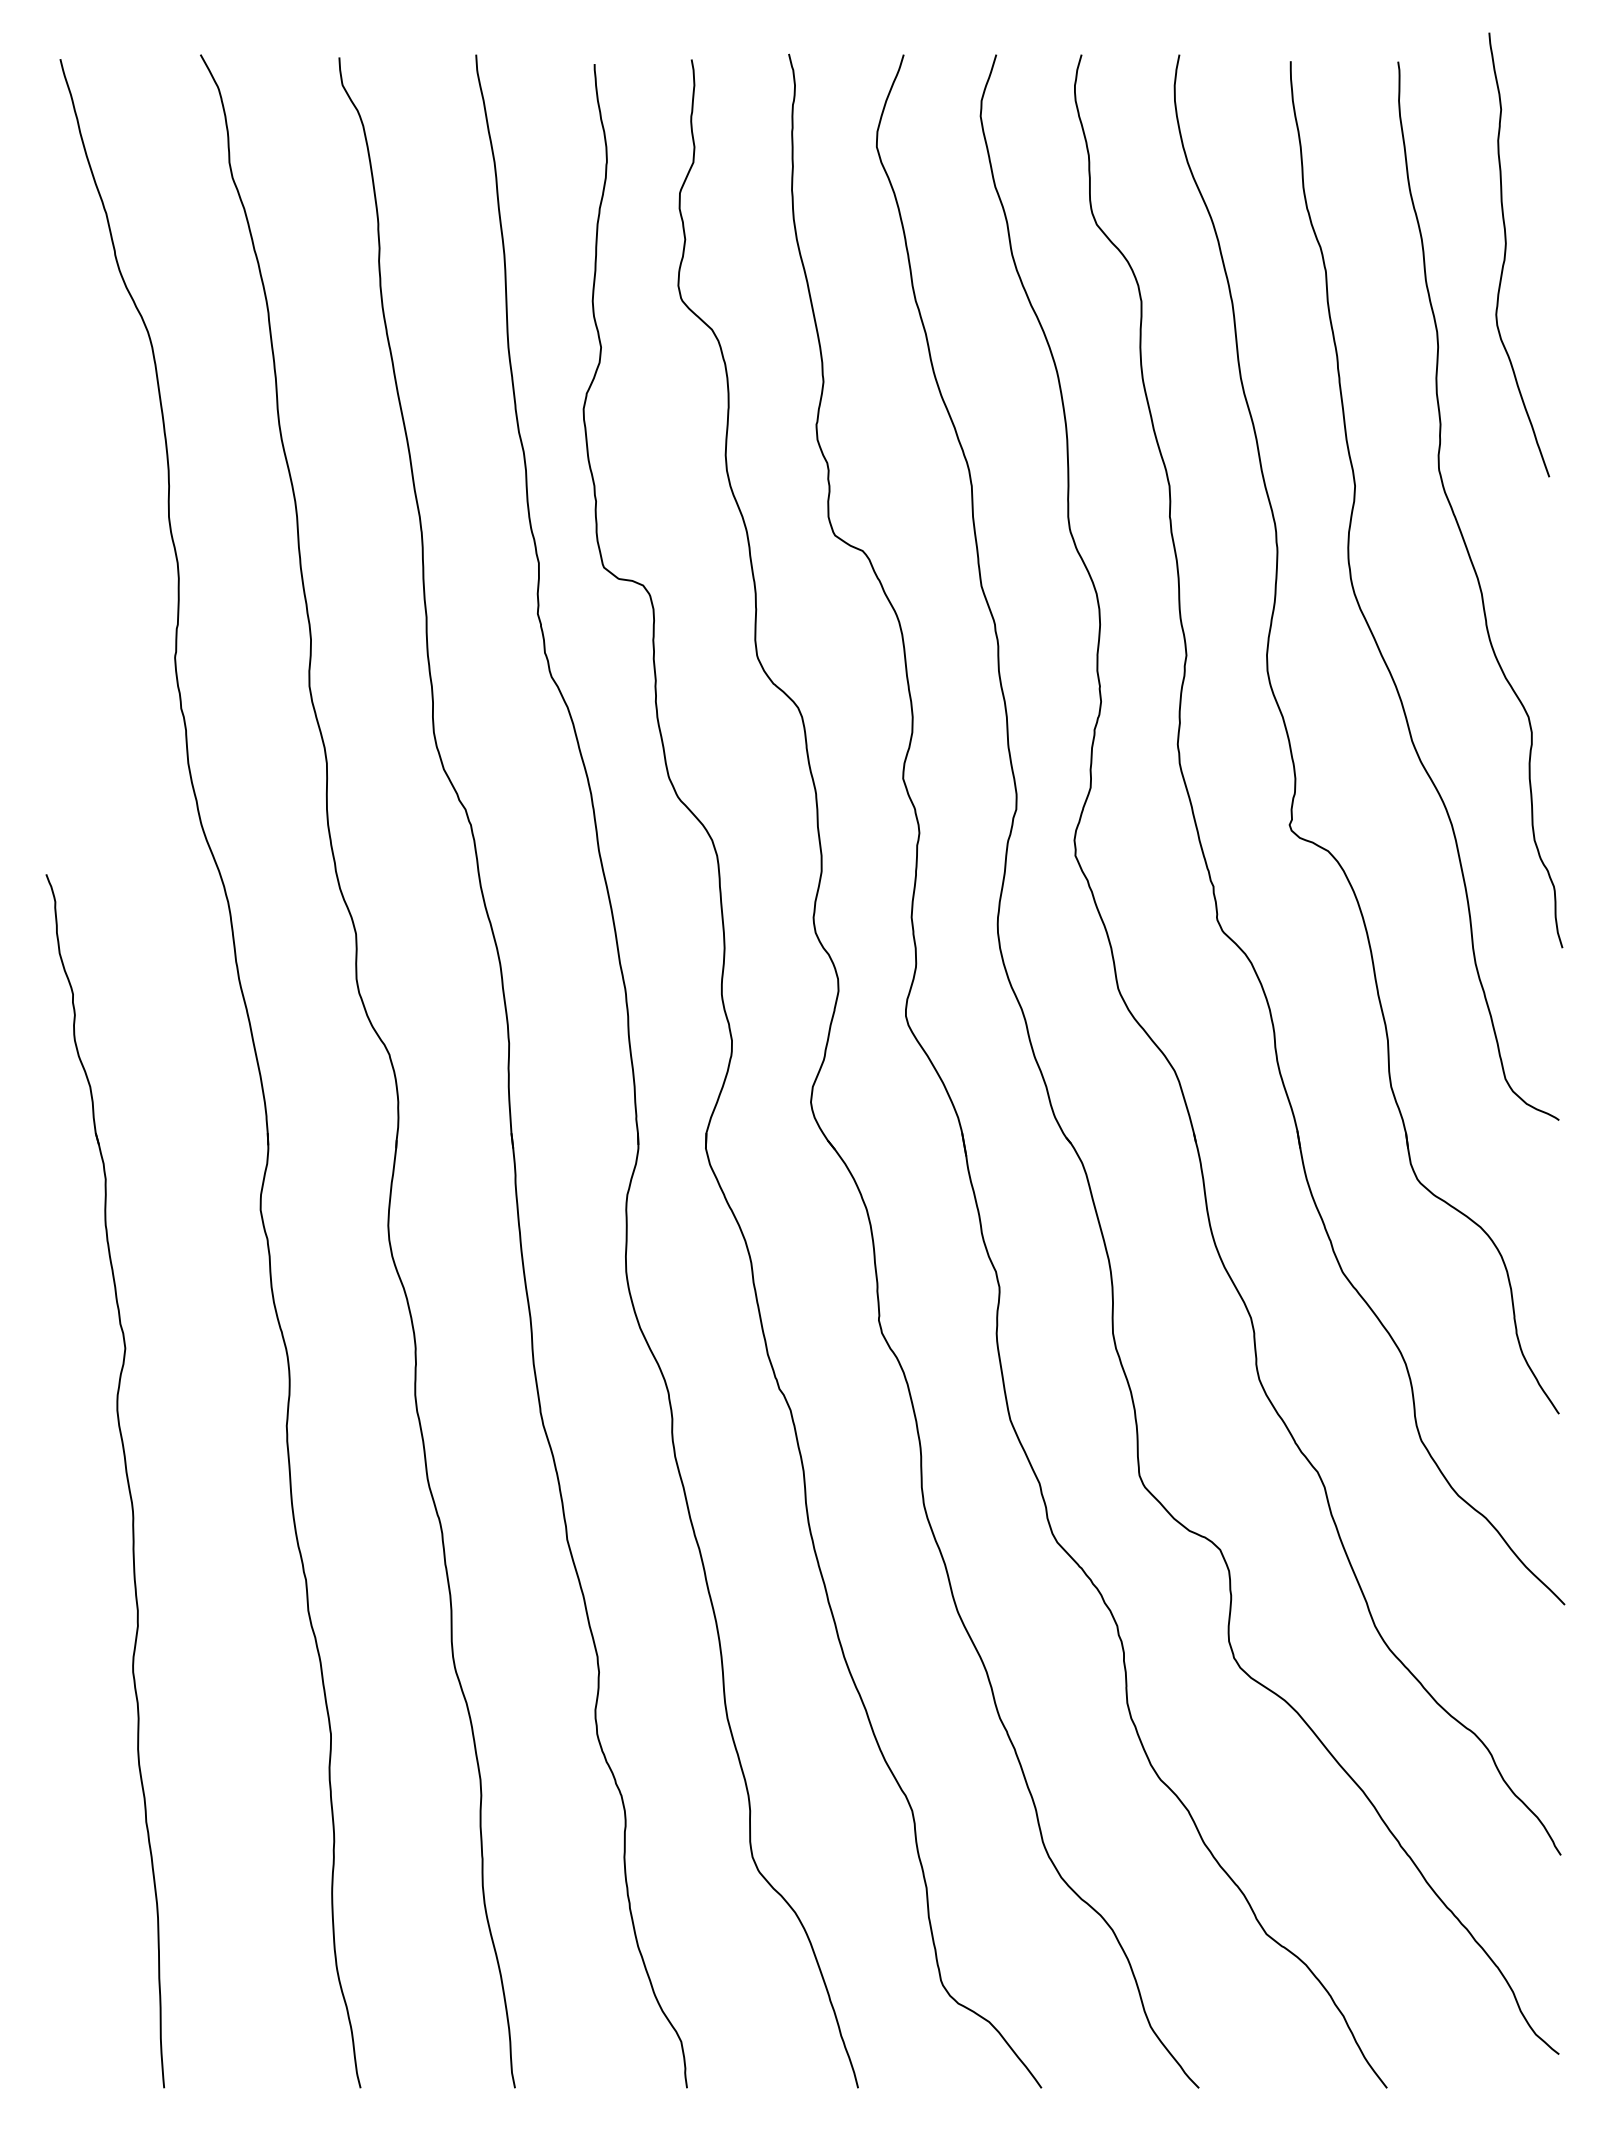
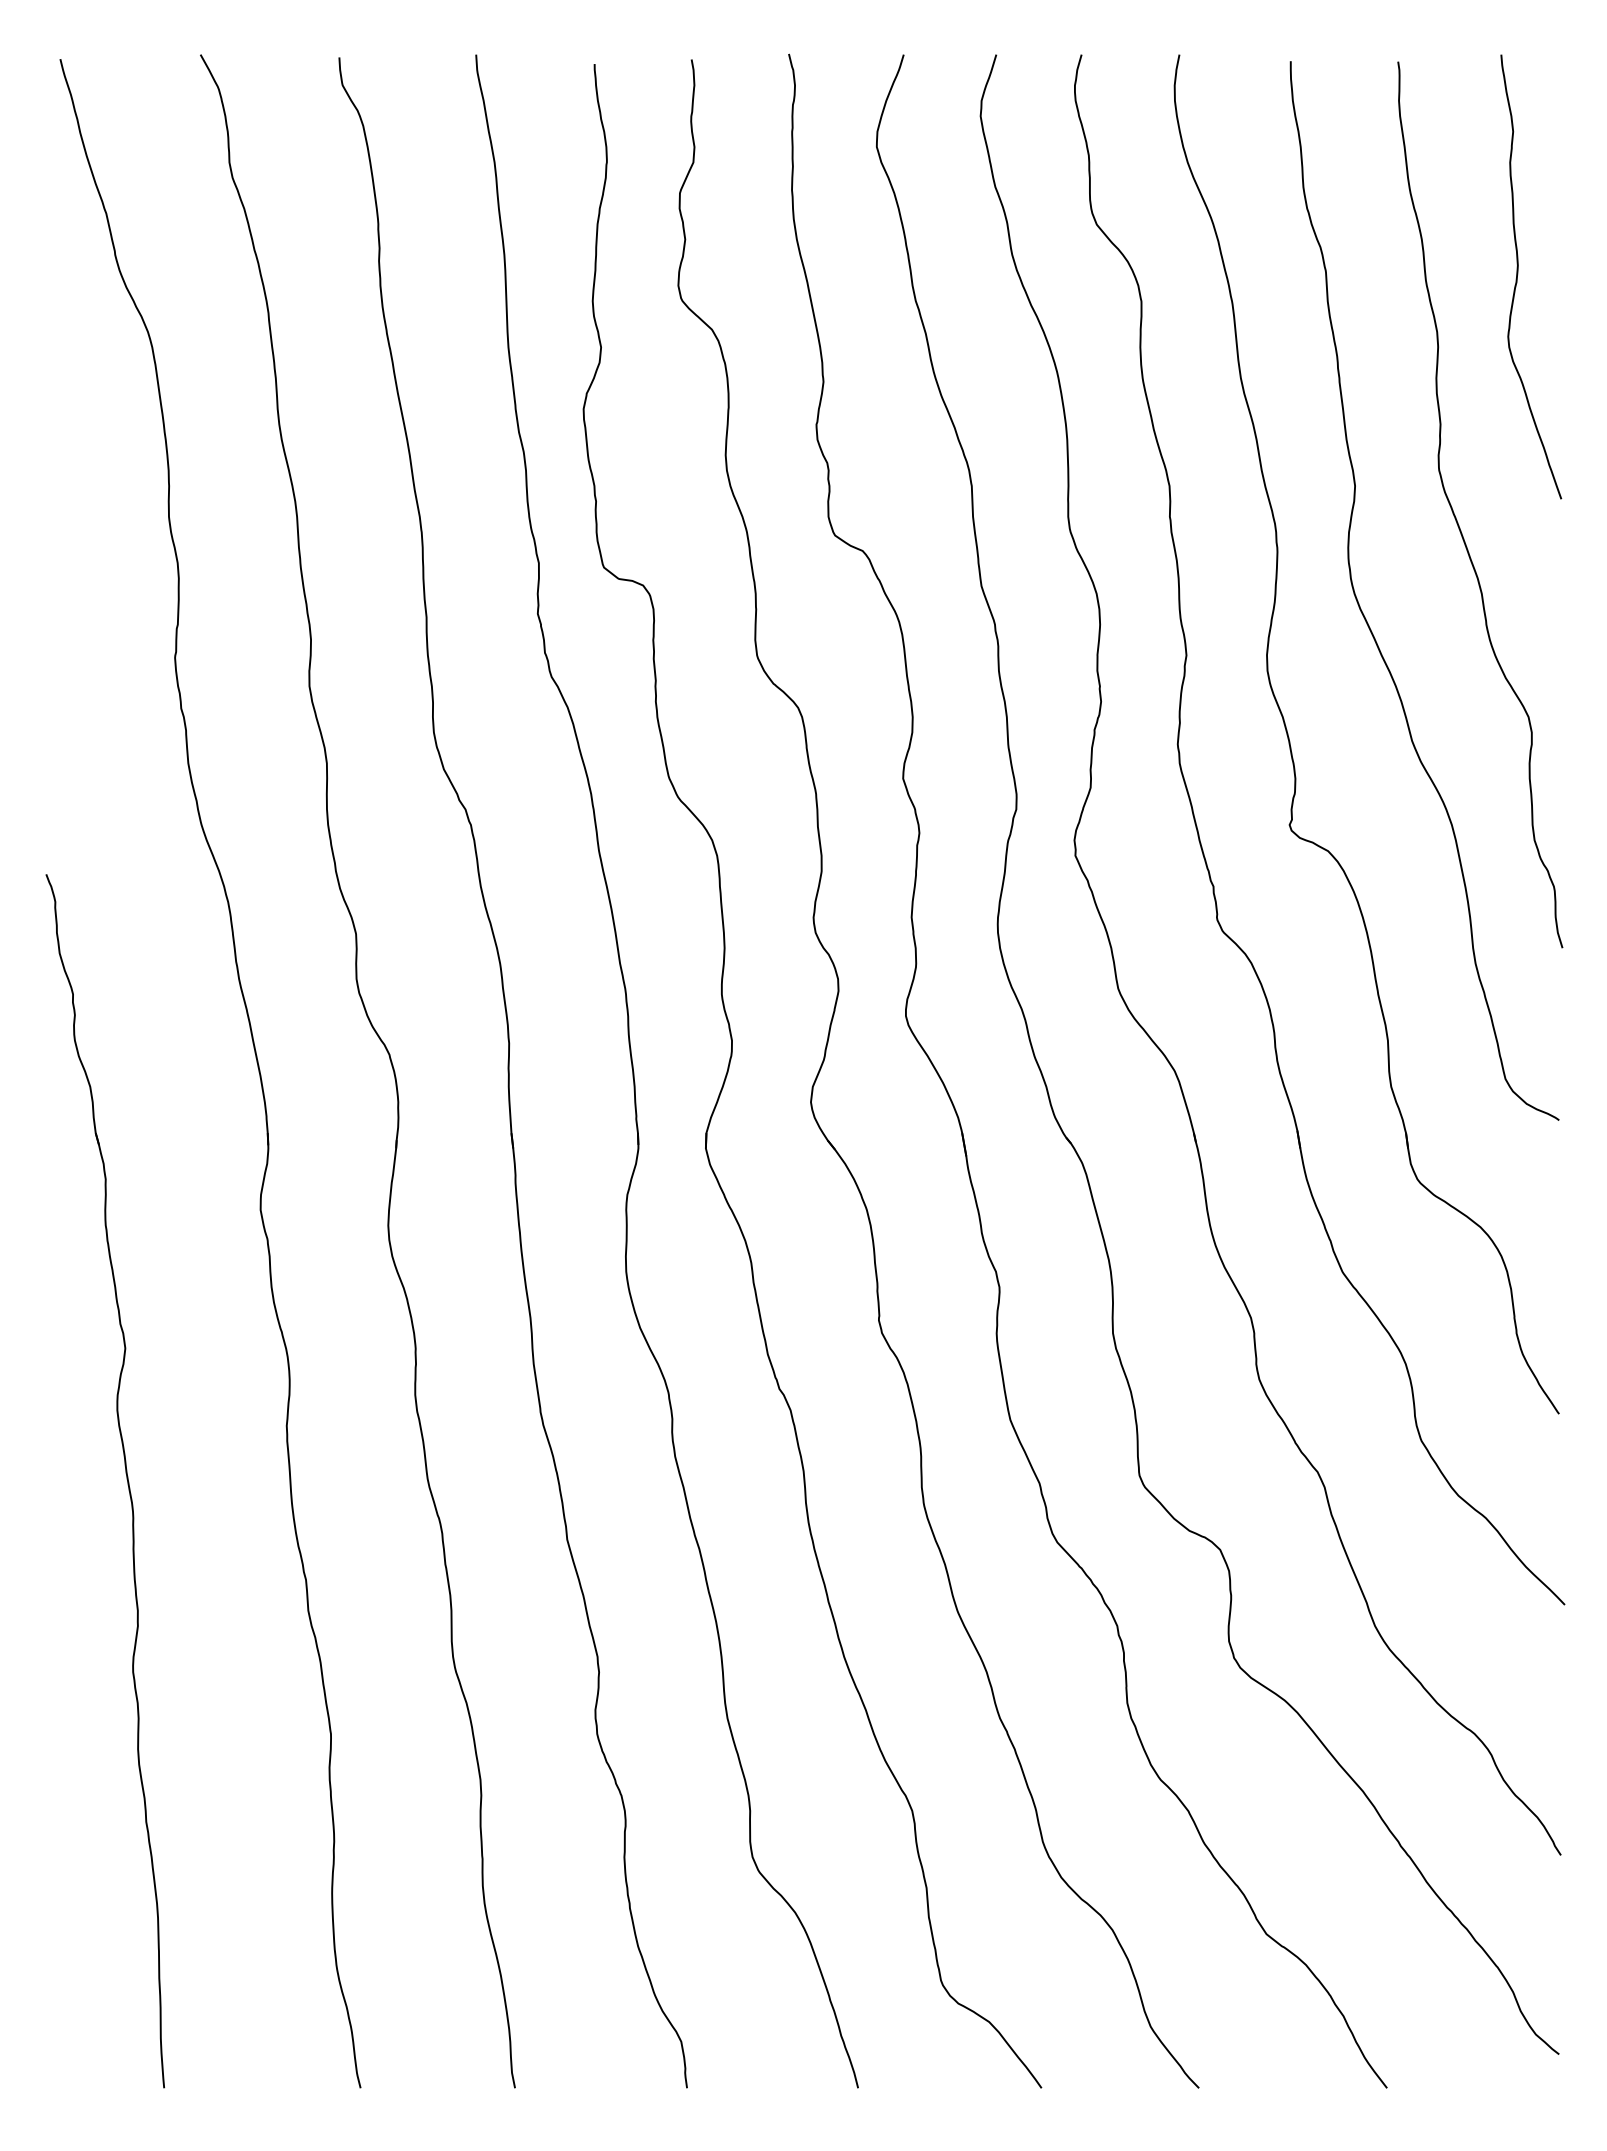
curve at (1506, 252) position: (1506, 252) -> (1518, 274)
